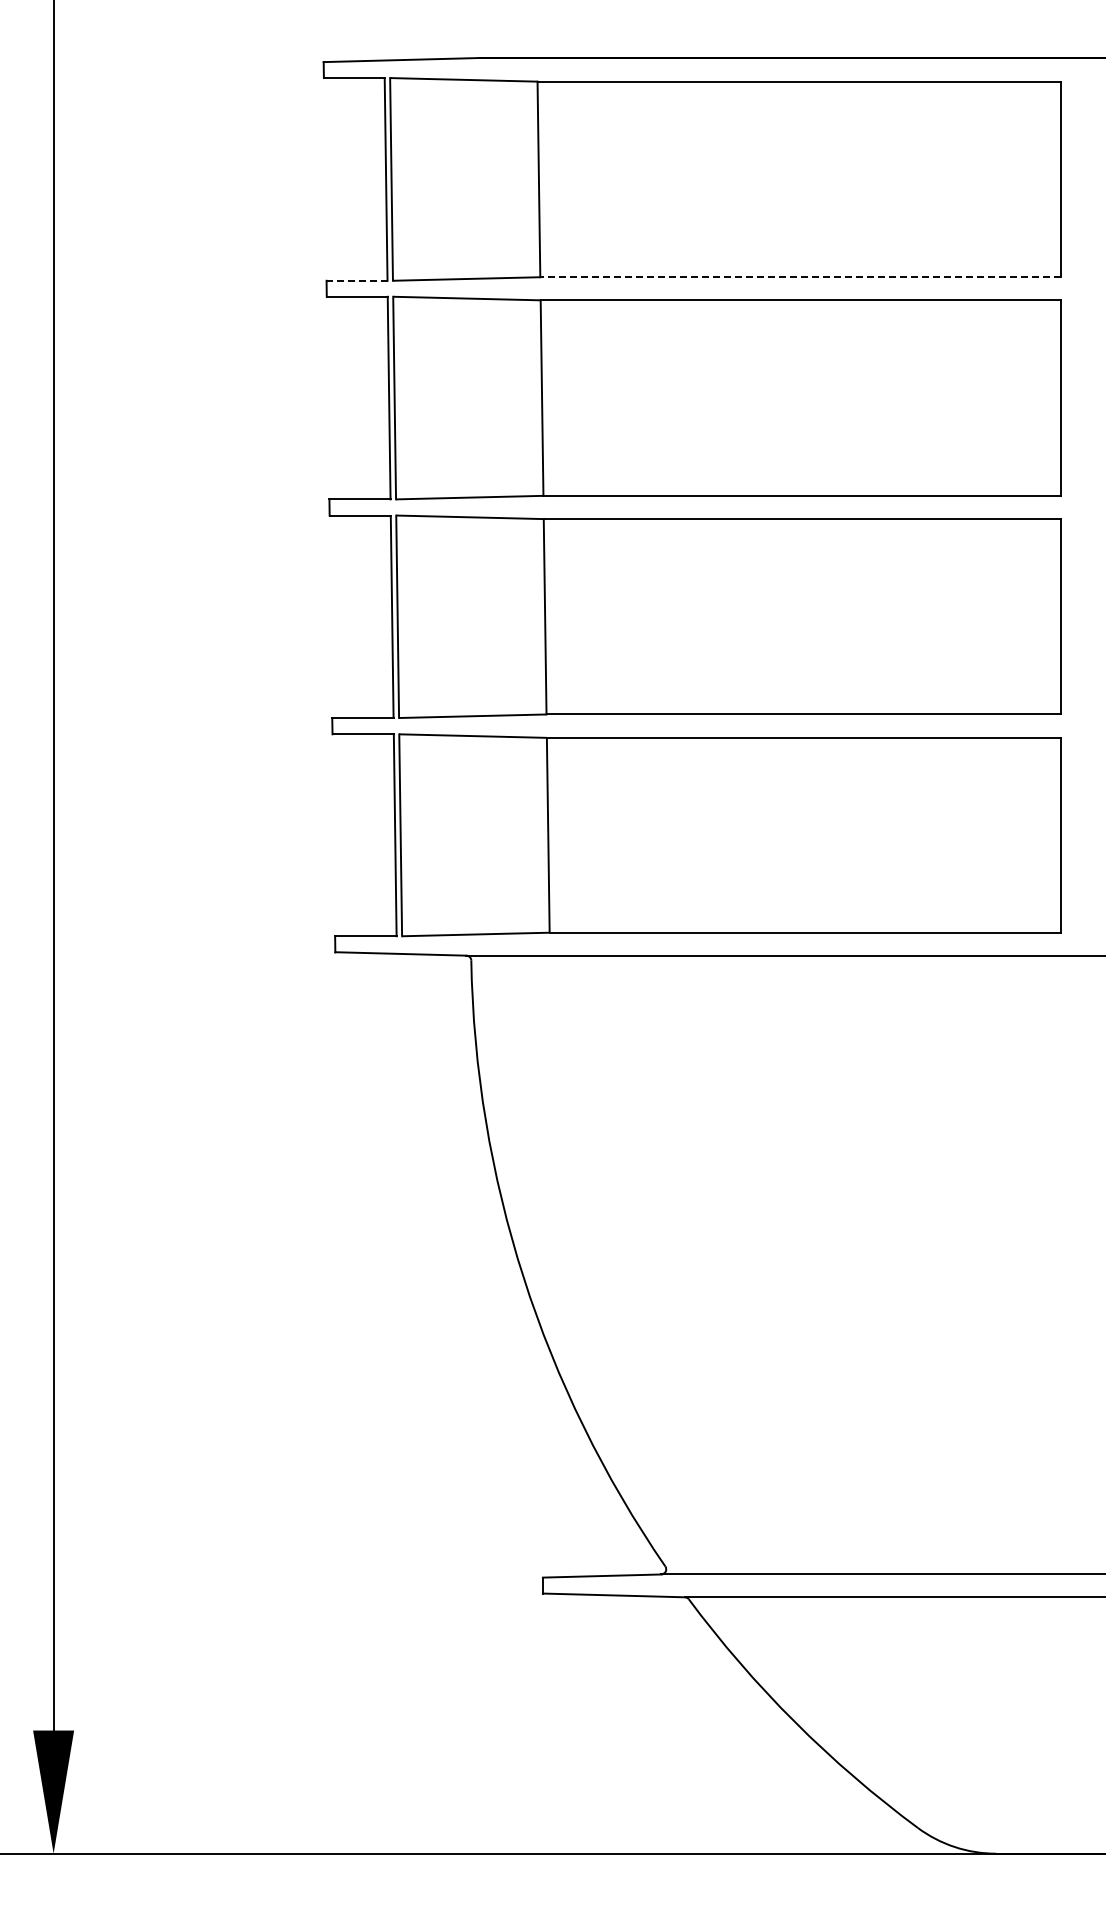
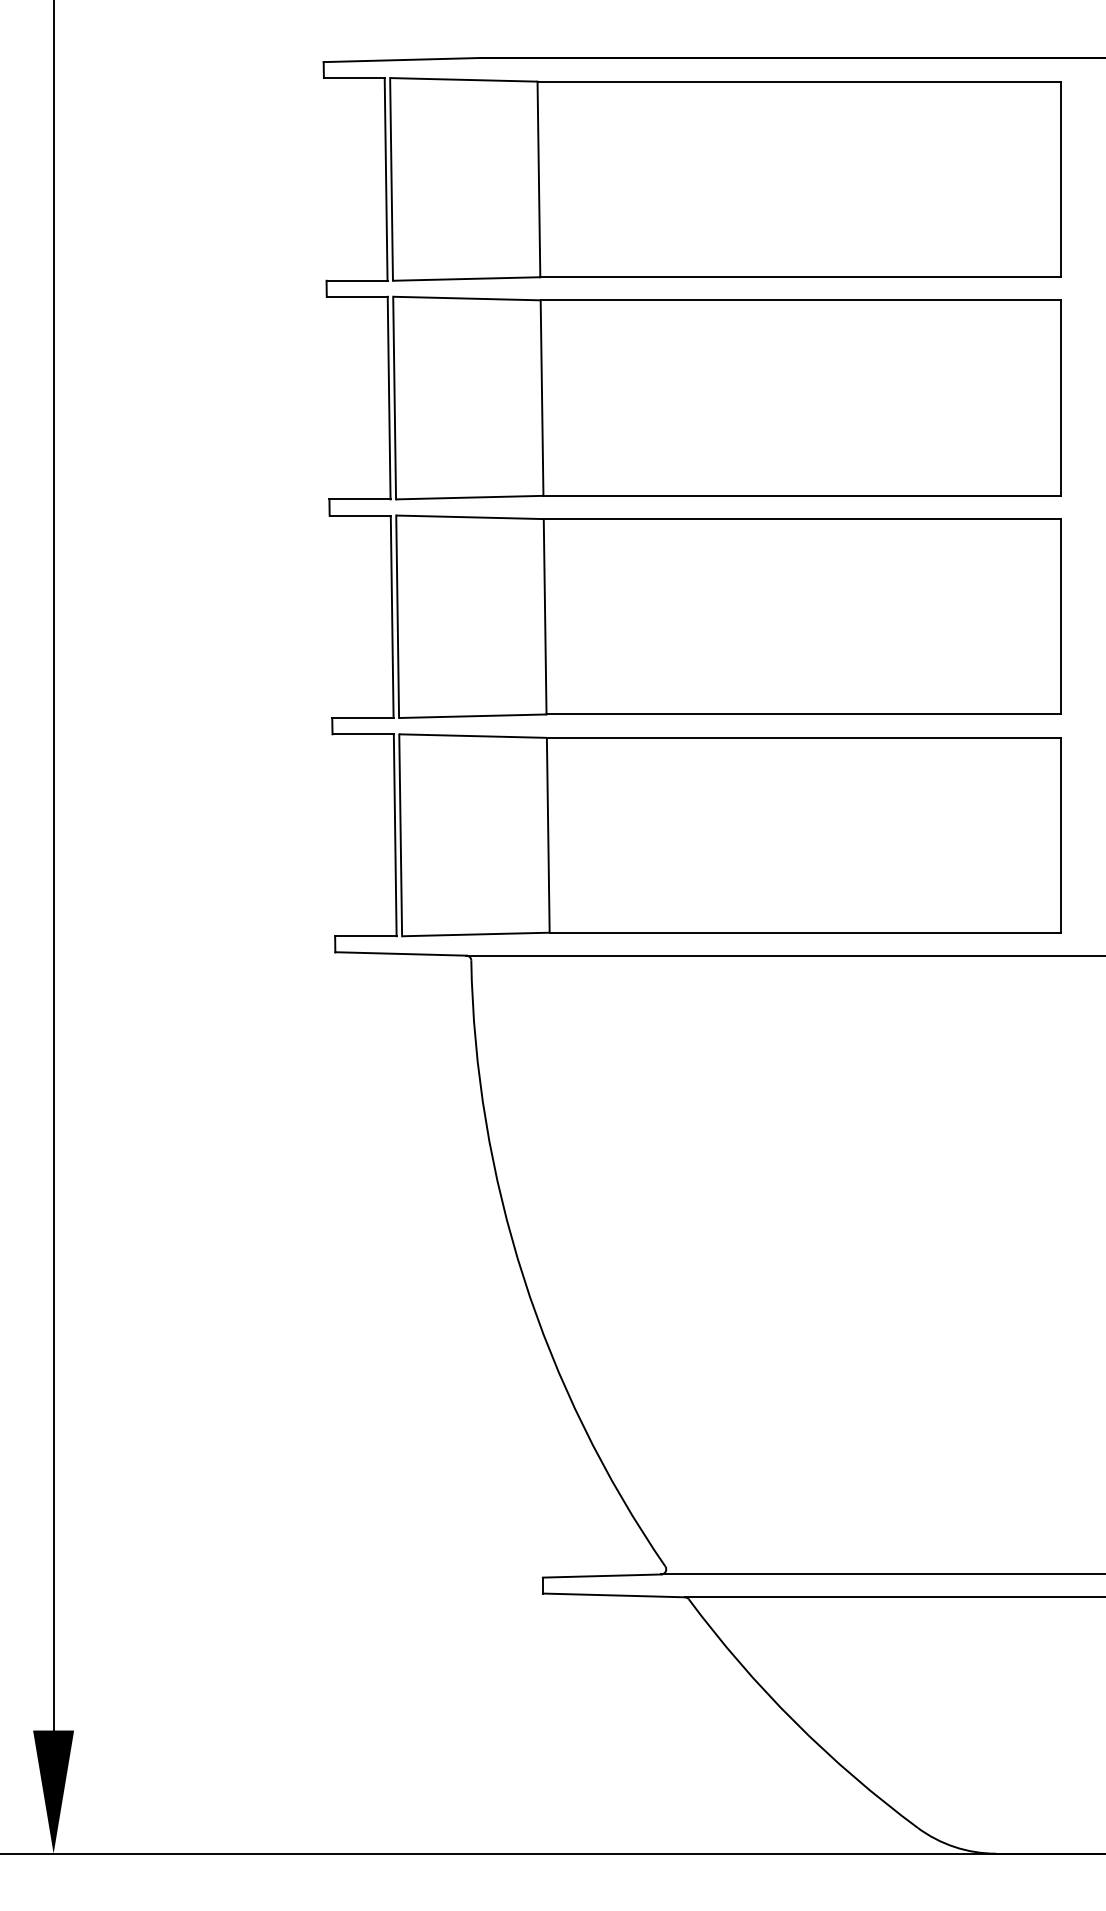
line at (800, 277): dashed -> solid
line at (356, 280): dashed -> solid
